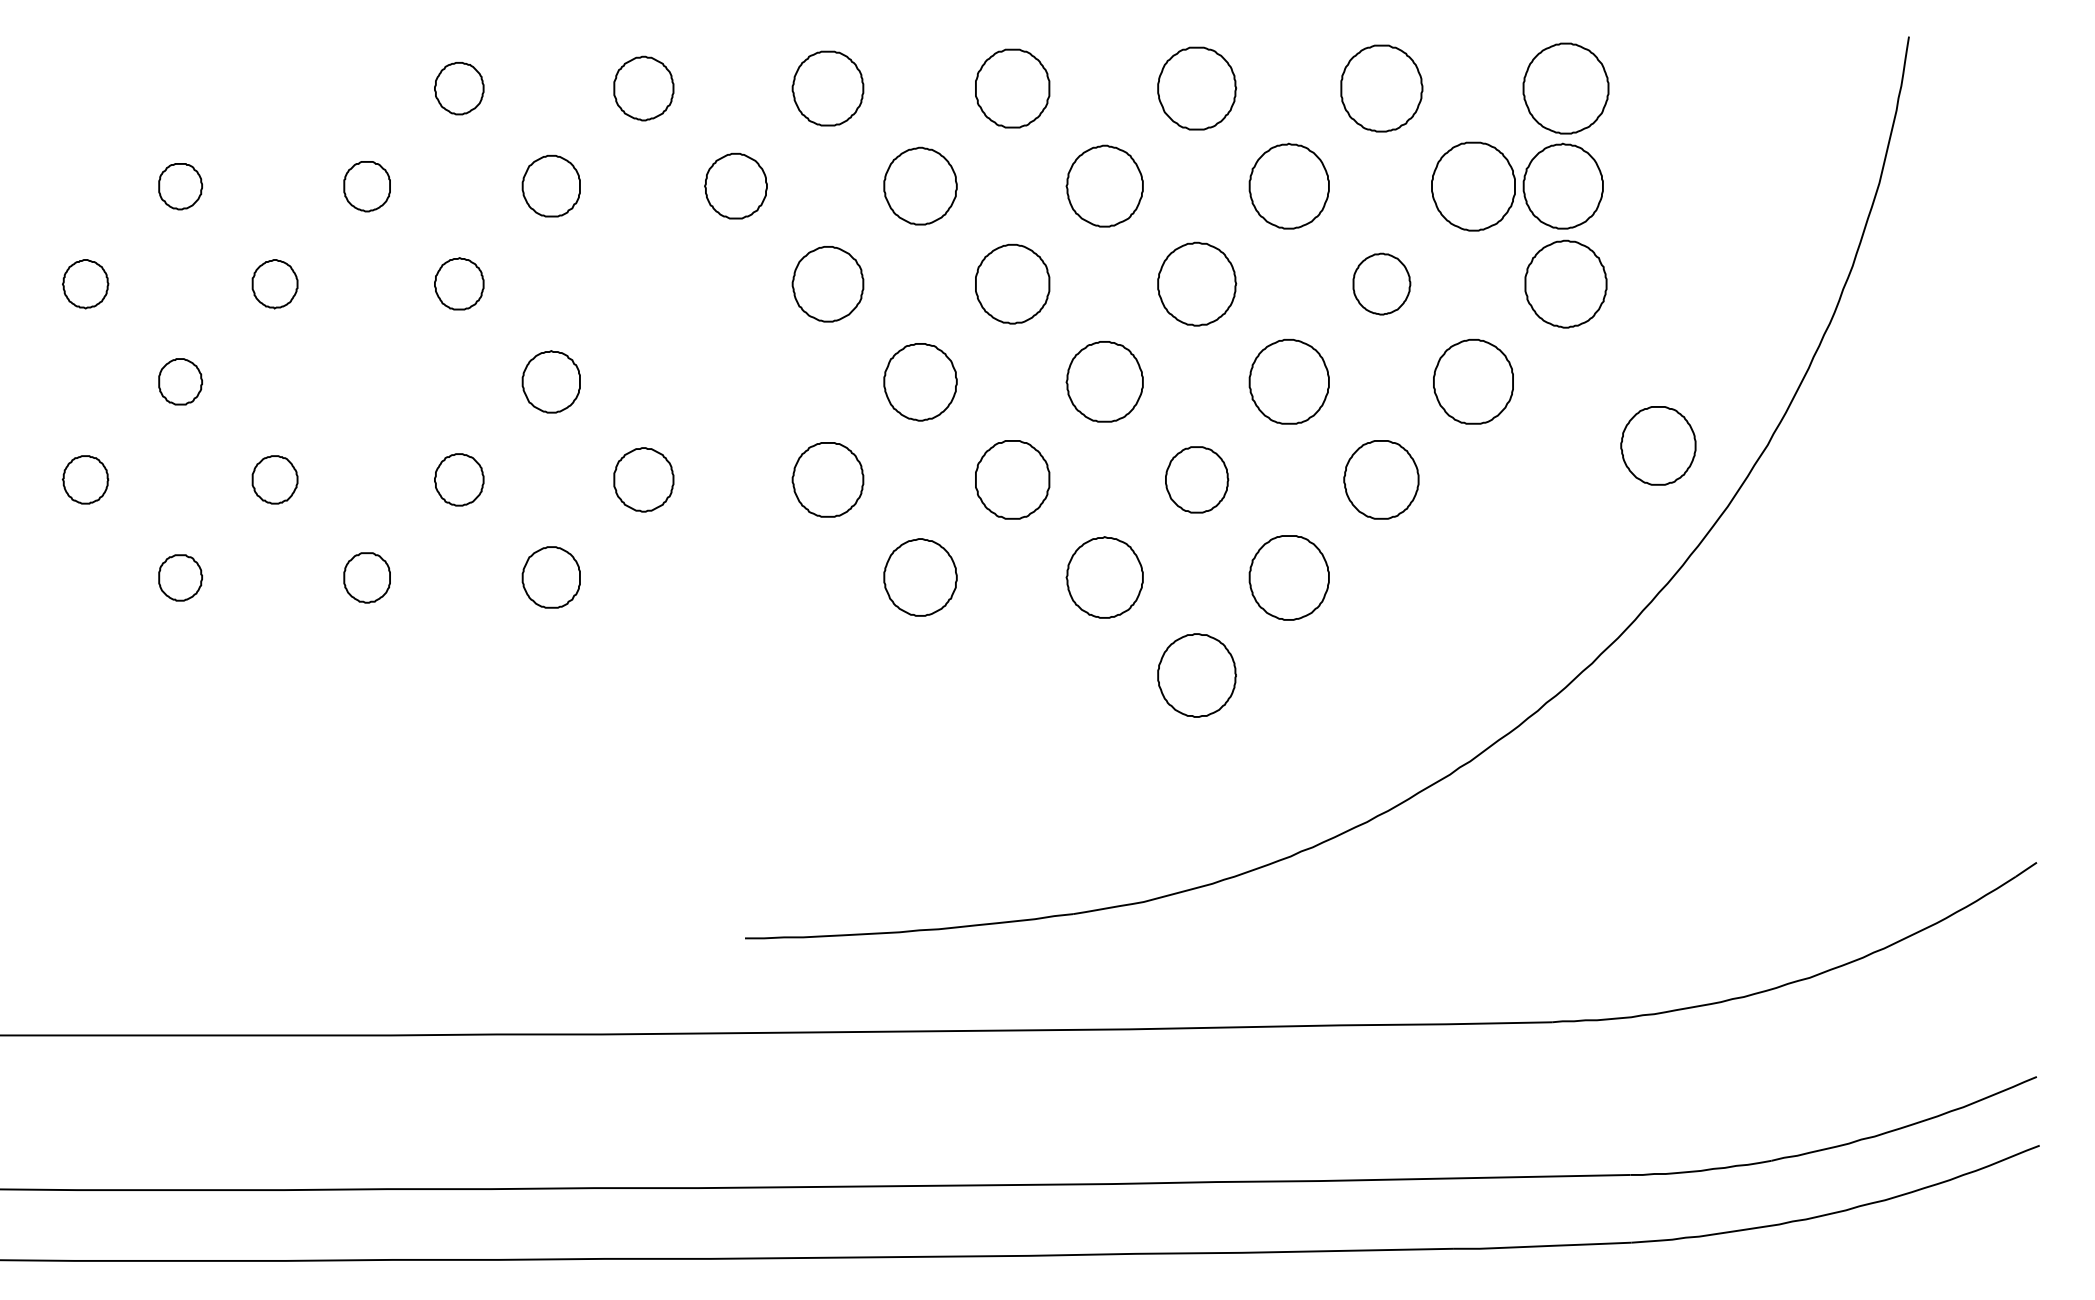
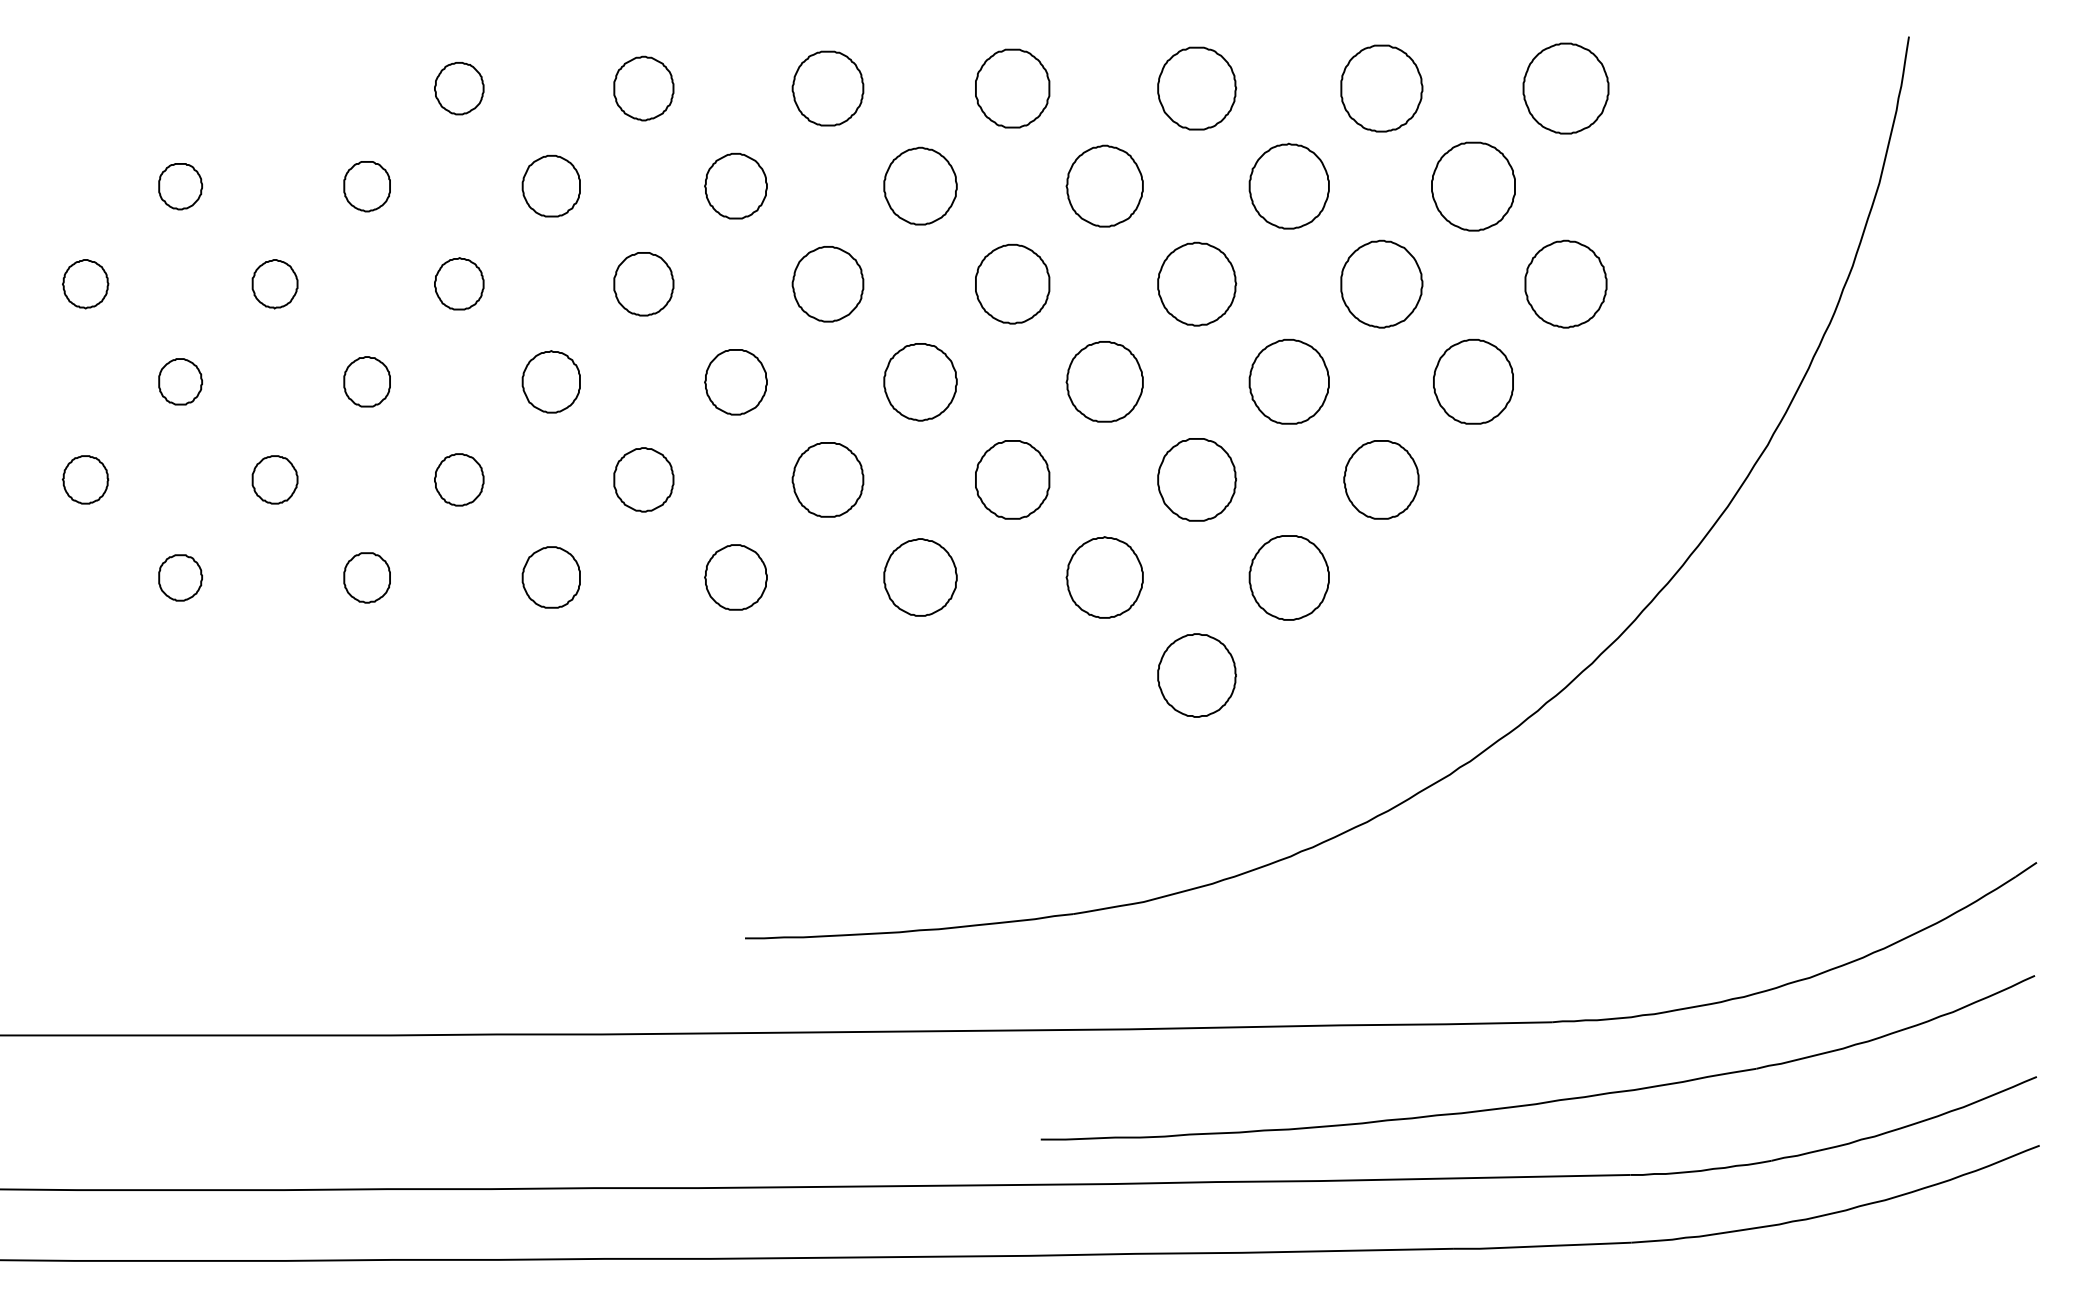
part at (1562, 185): present -> none
part at (1381, 283) size: 60x64 px -> 84x90 px
part at (643, 284): none -> present
part at (366, 381): none -> present
part at (735, 382): none -> present
part at (1658, 445): present -> none
part at (1197, 479) size: 65x68 px -> 80x84 px
part at (735, 577): none -> present
part at (1544, 1101): none -> present
